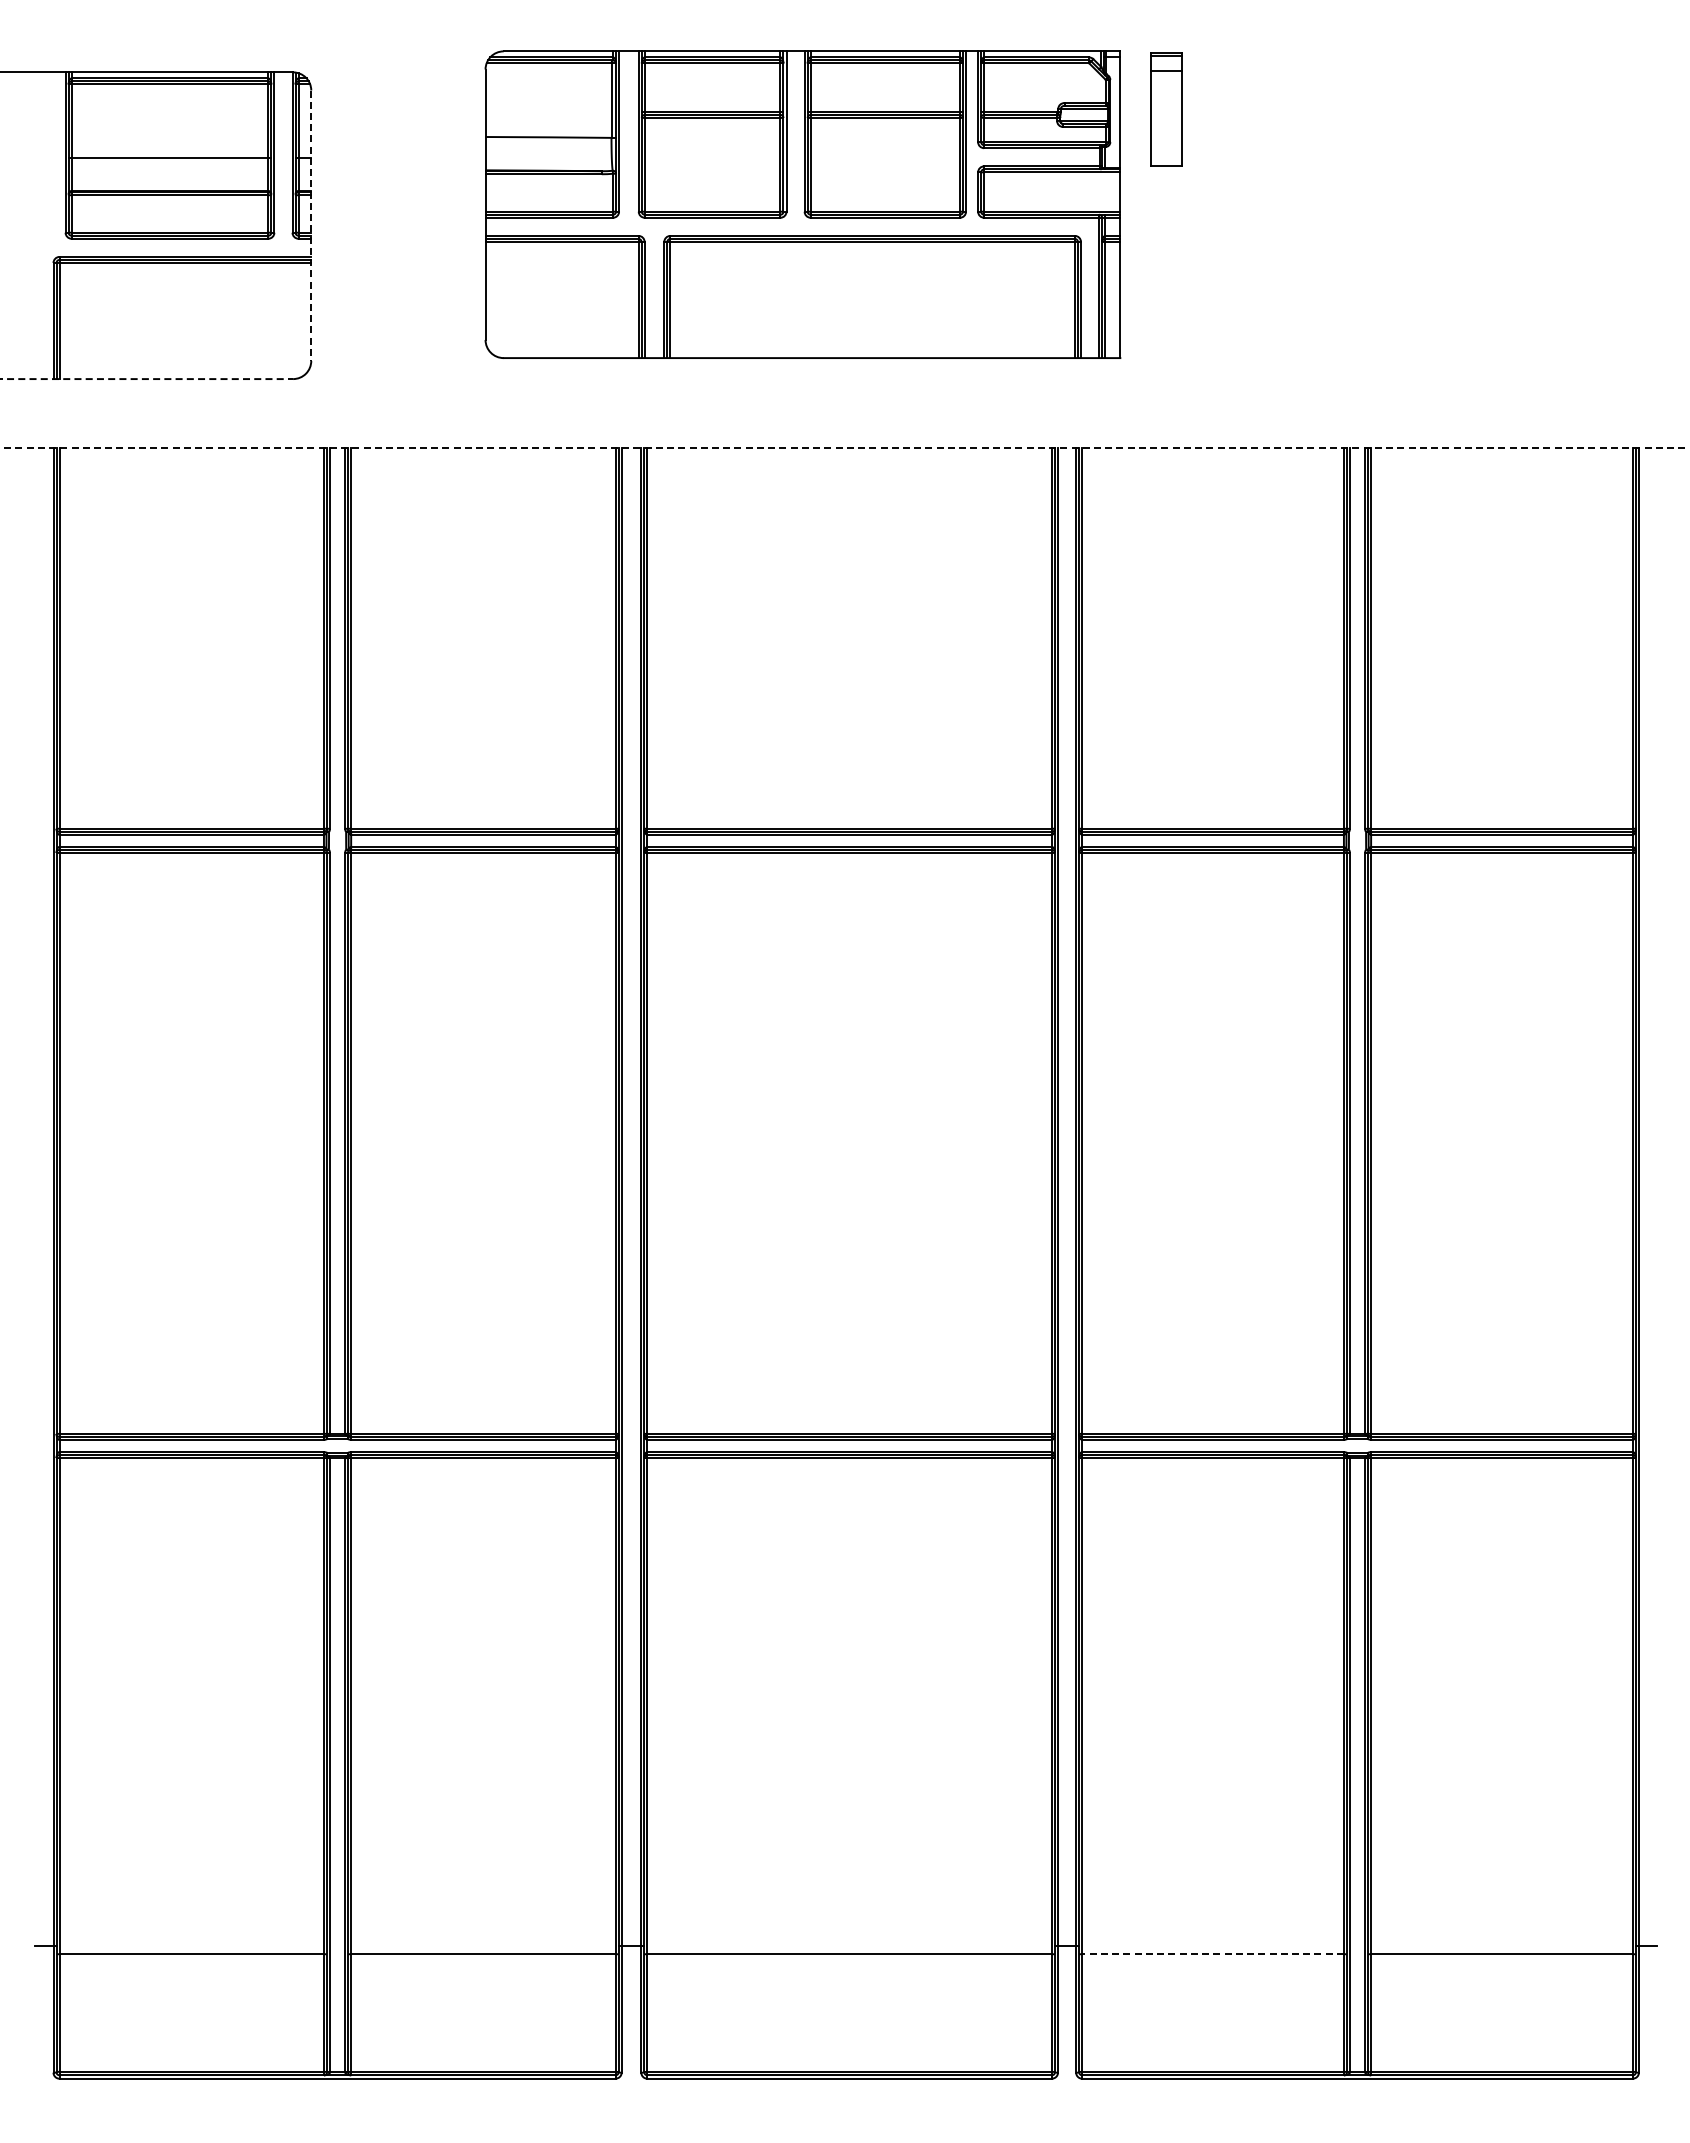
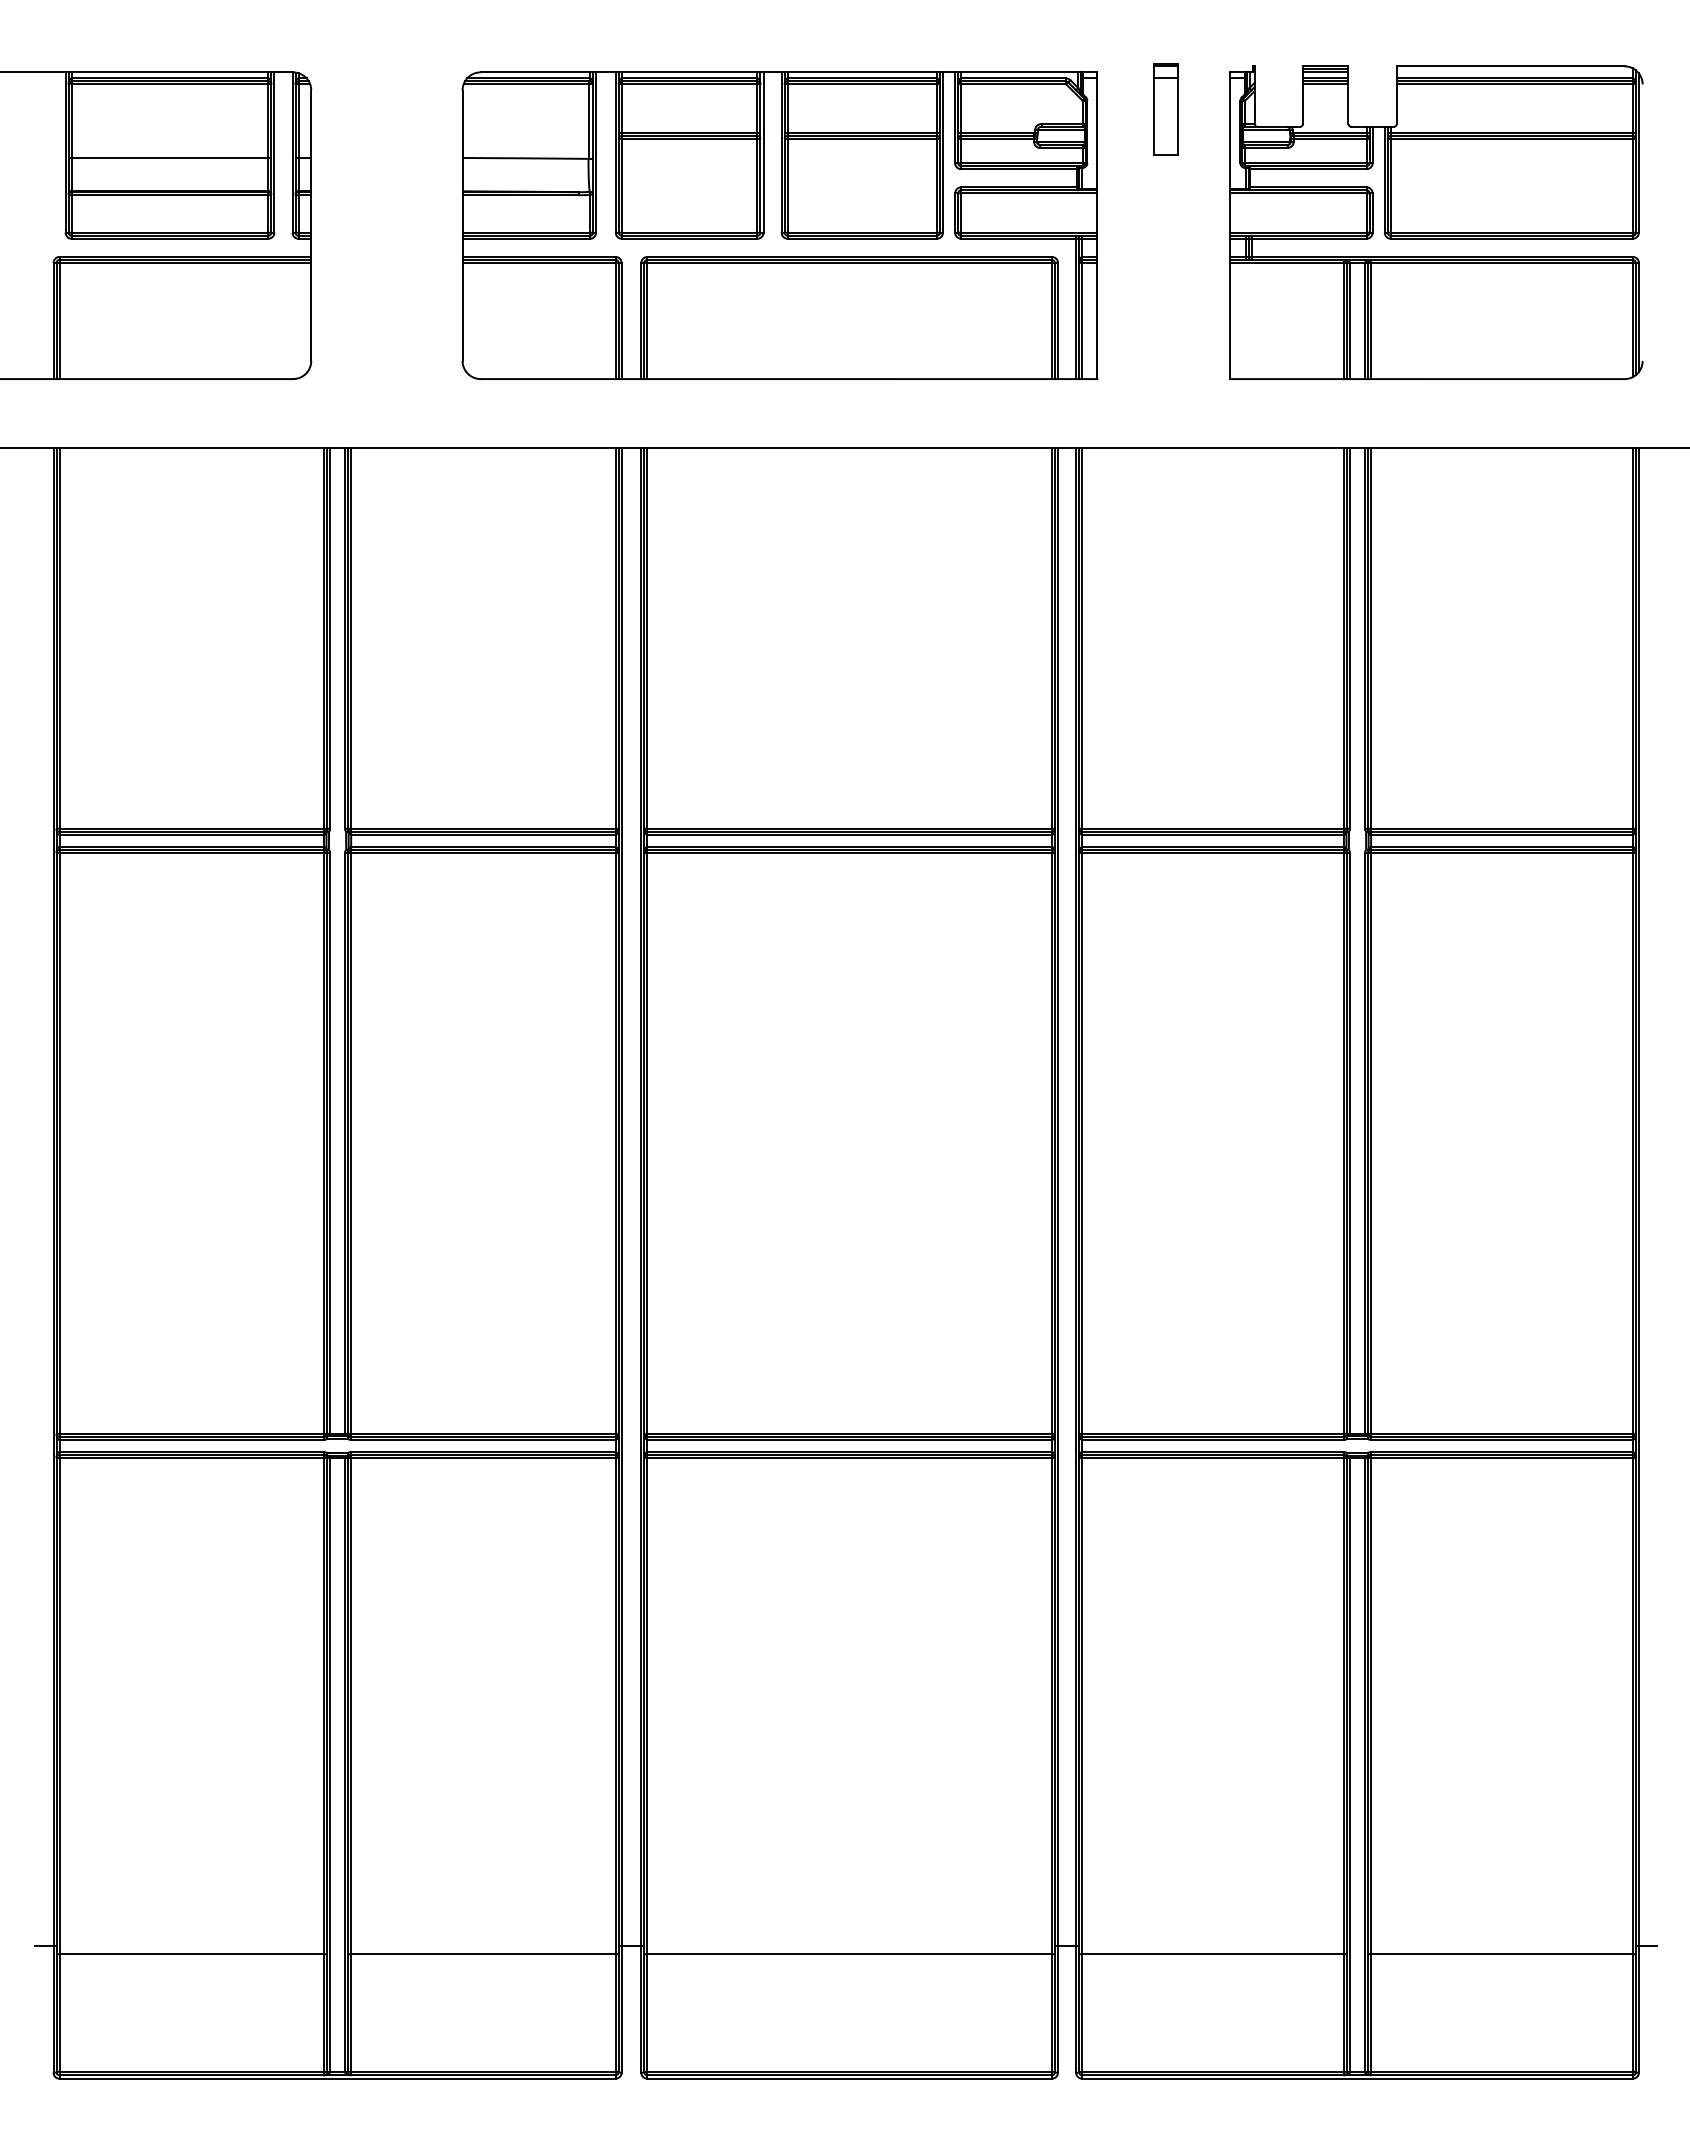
part at (1166, 109) size: 33x115 px -> 26x93 px
part at (802, 204) position: (802, 204) -> (779, 225)
part at (1436, 222): none -> present
line at (311, 226): dashed -> solid
line at (147, 379): dashed -> solid
line at (844, 447): dashed -> solid
line at (1213, 1954): dashed -> solid
